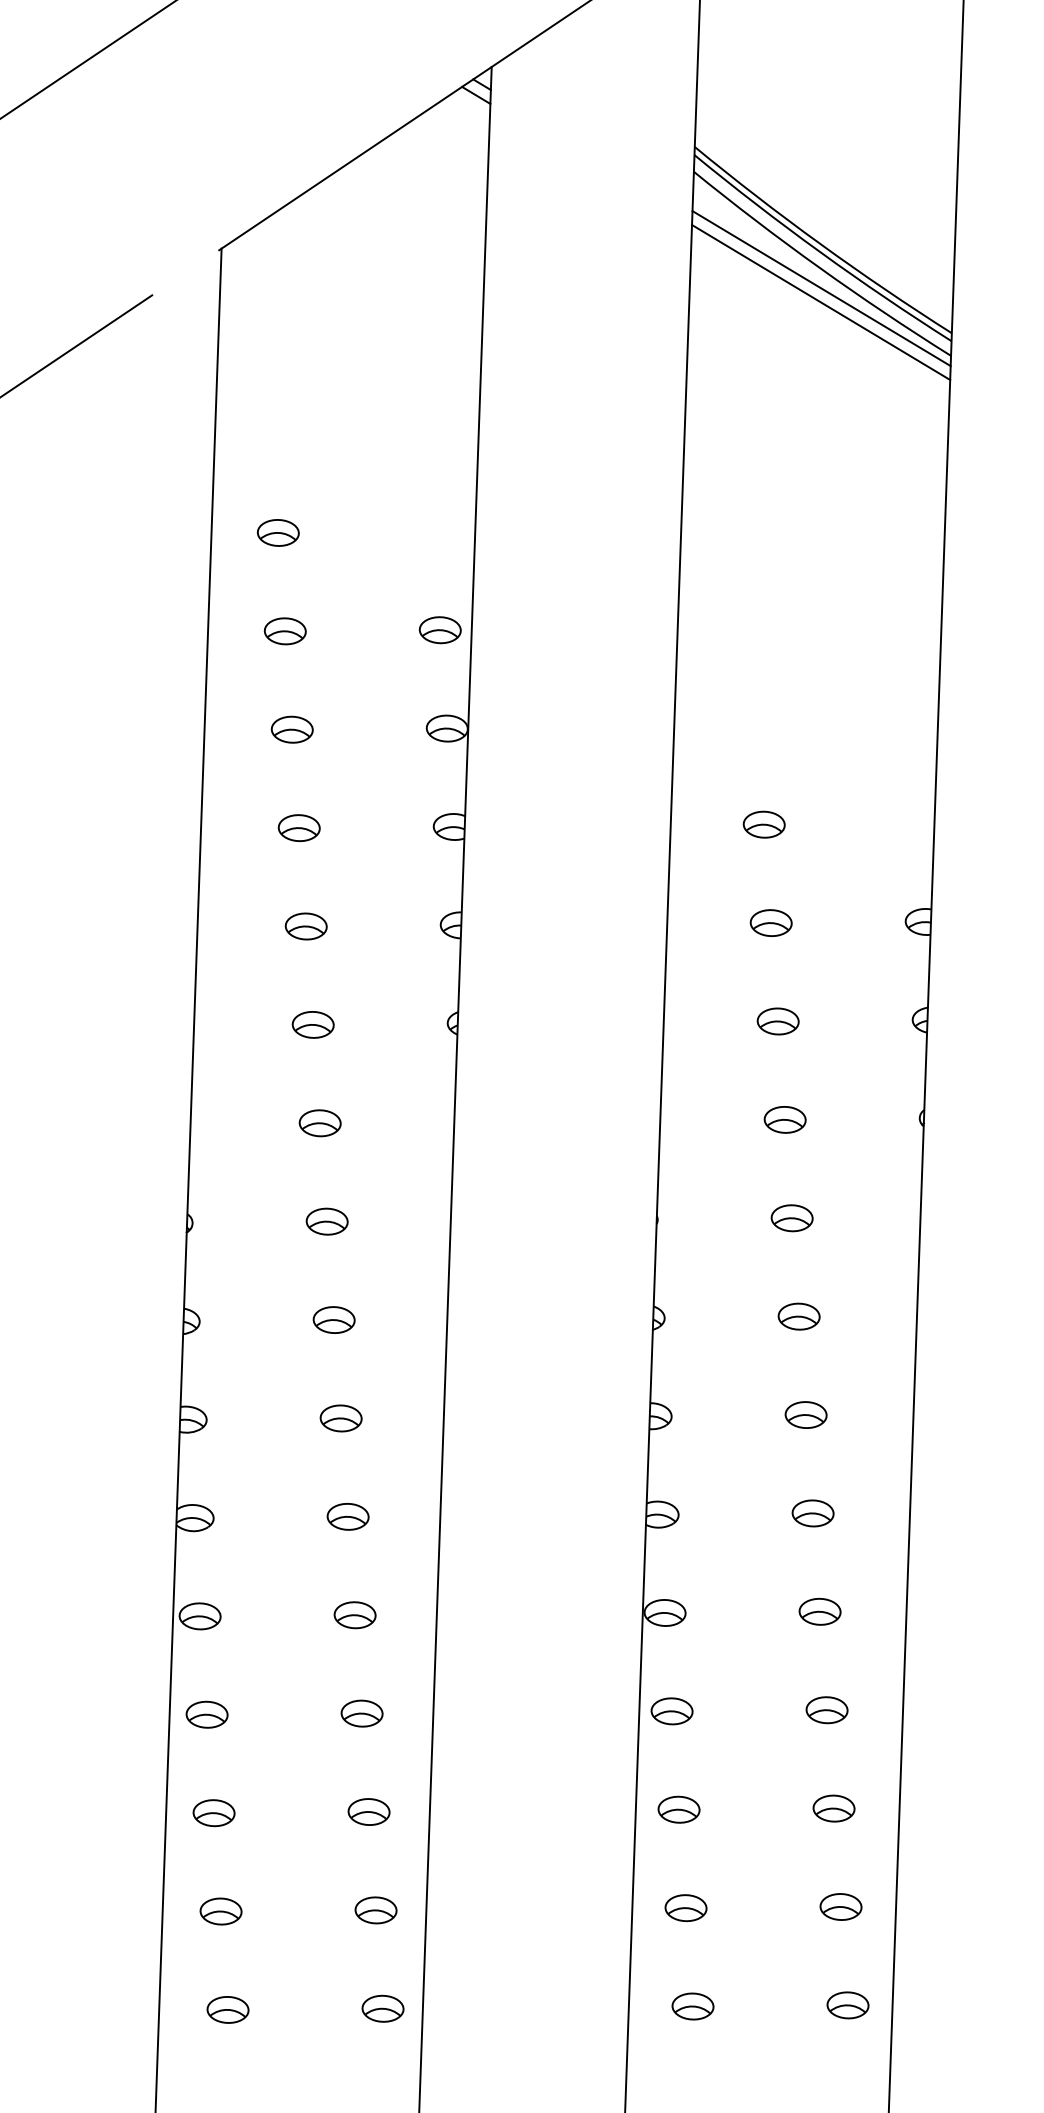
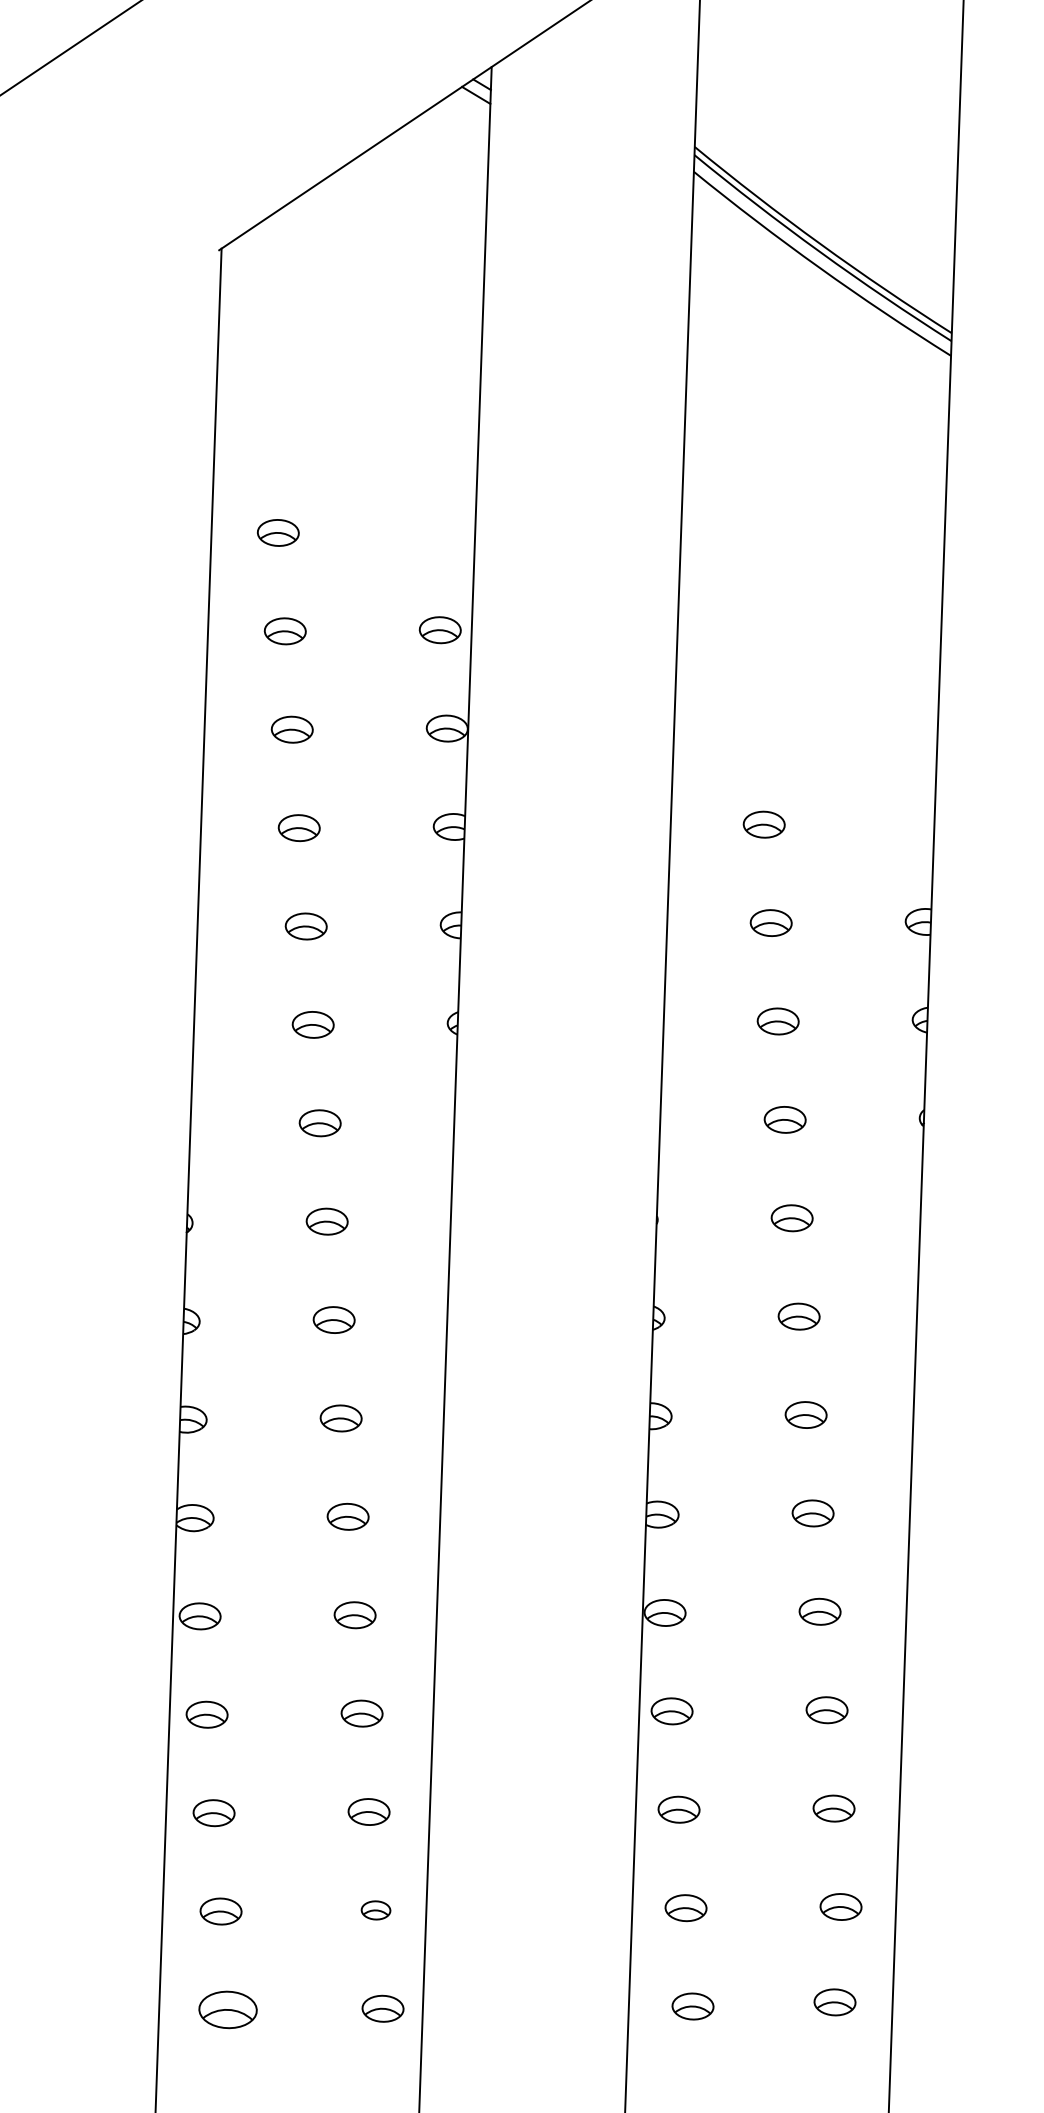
line at (87, 59) position: (87, 59) -> (70, 48)
line at (821, 288): present -> none
line at (821, 302): present -> none
line at (77, 345): present -> none
part at (375, 1910) size: 44x29 px -> 32x21 px
part at (847, 2005) position: (847, 2005) -> (834, 2002)
part at (227, 2009) size: 44x28 px -> 60x40 px
